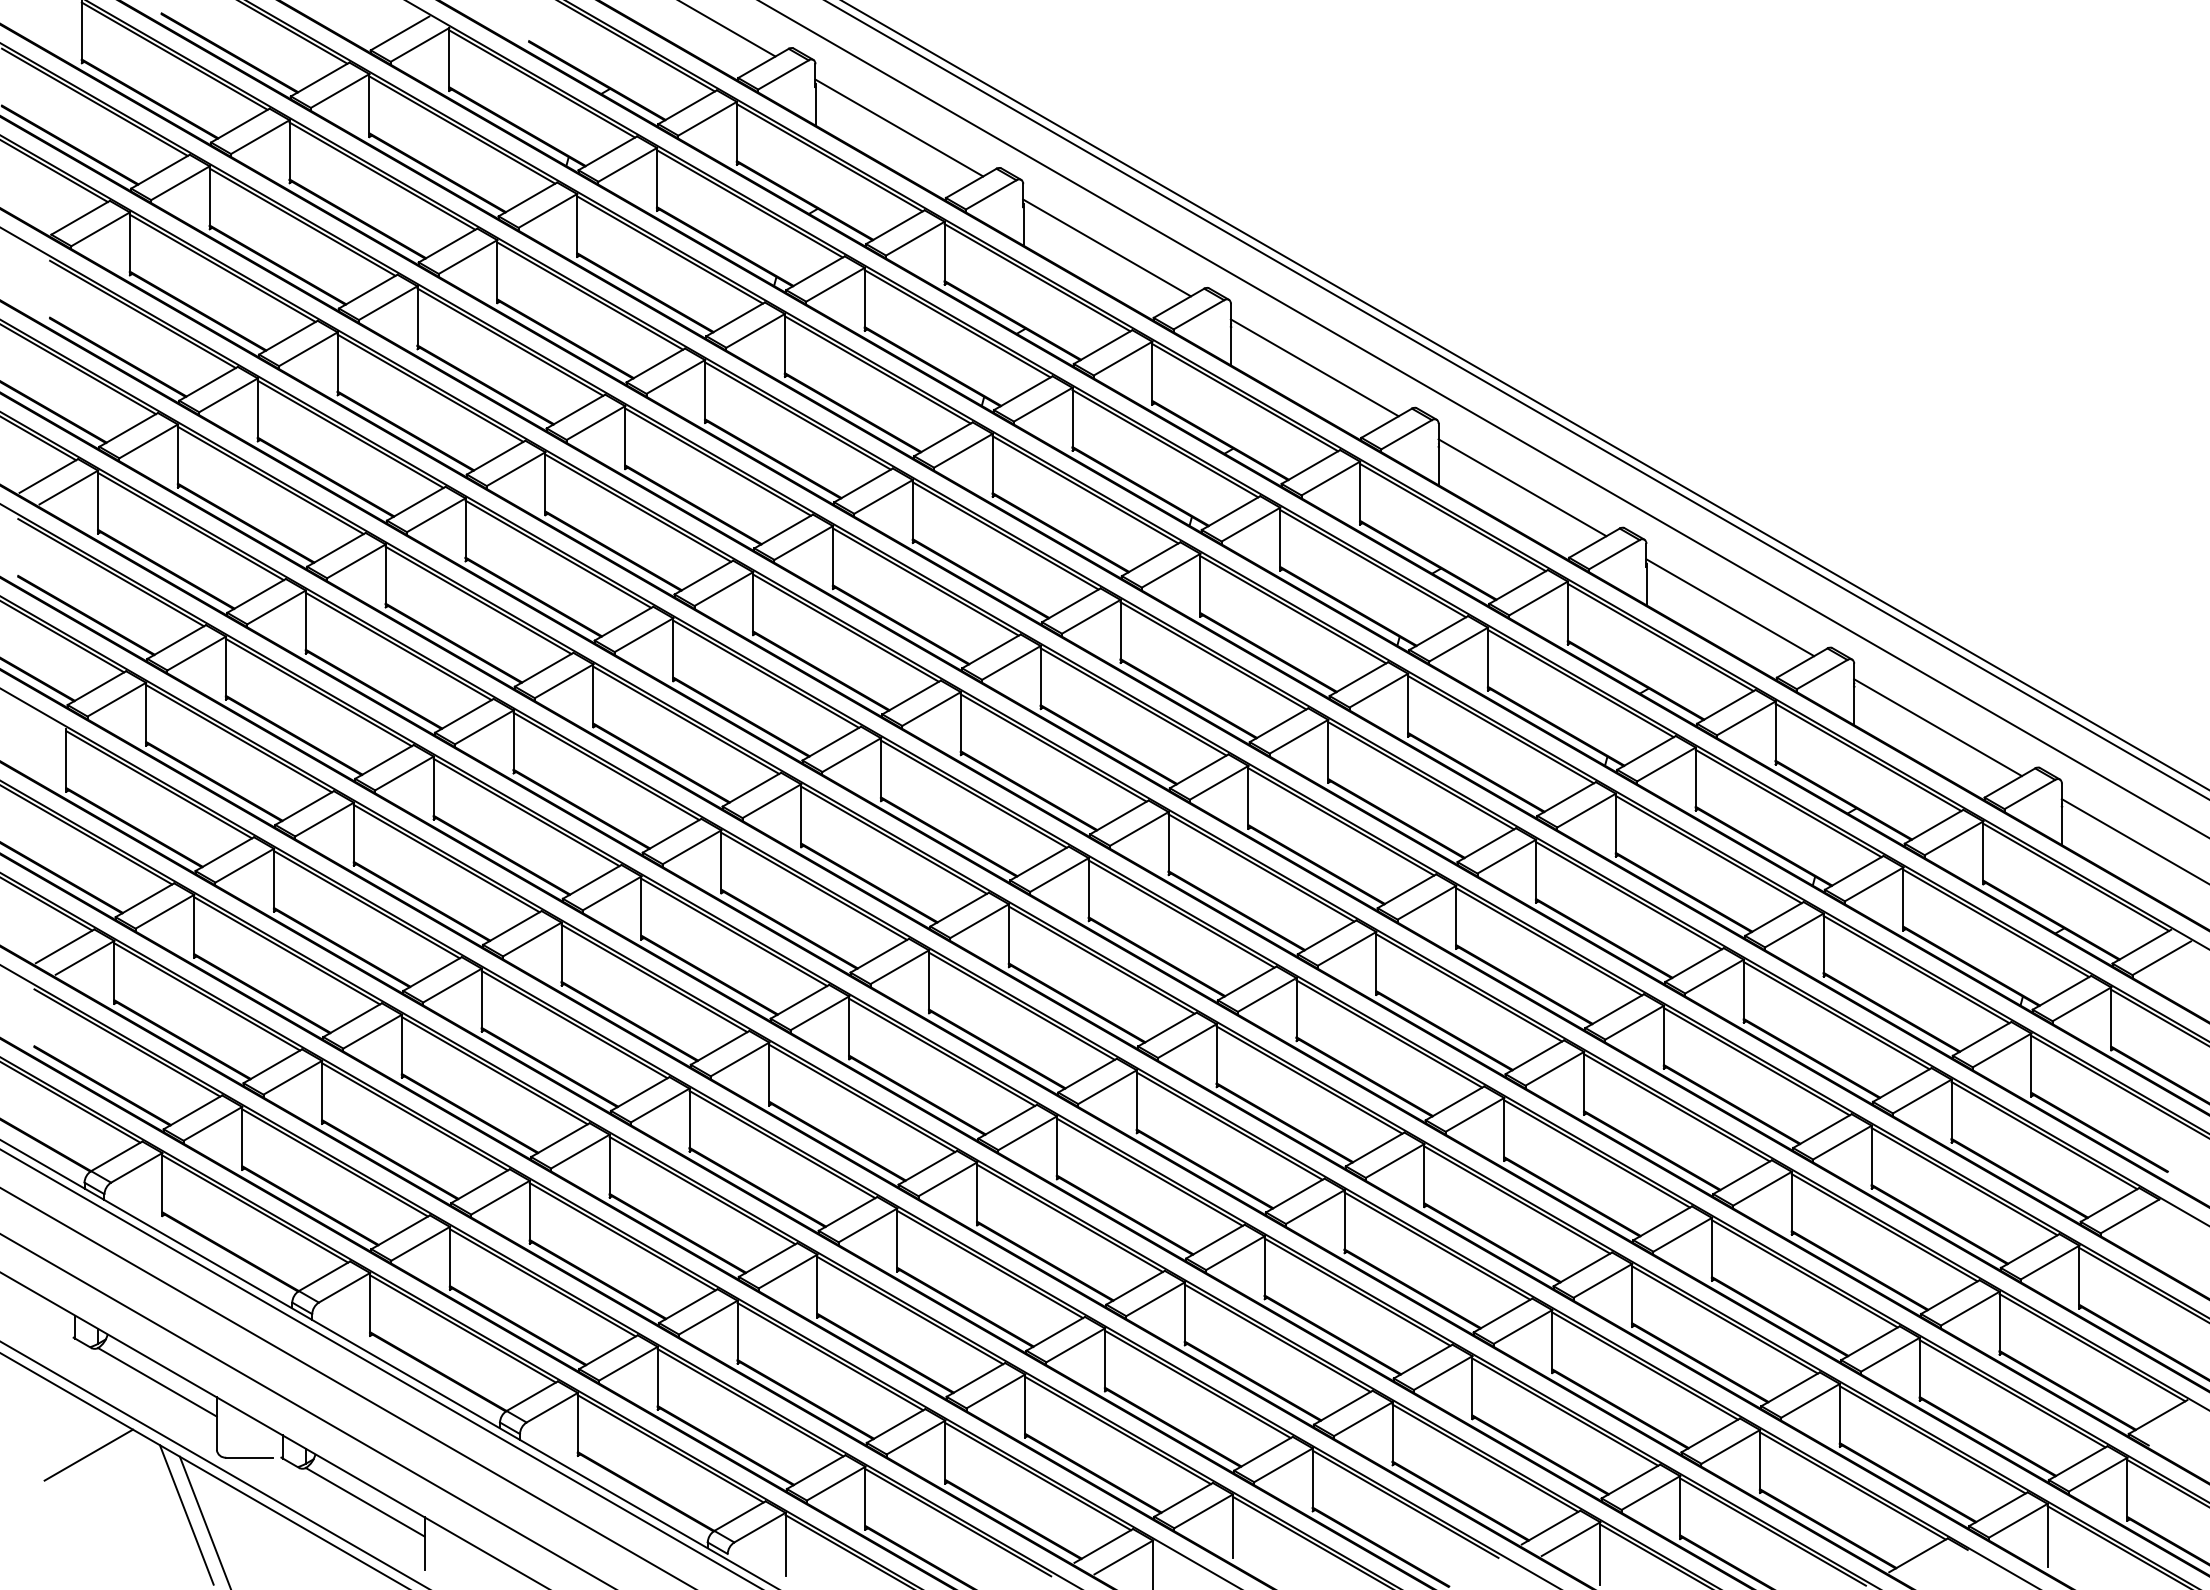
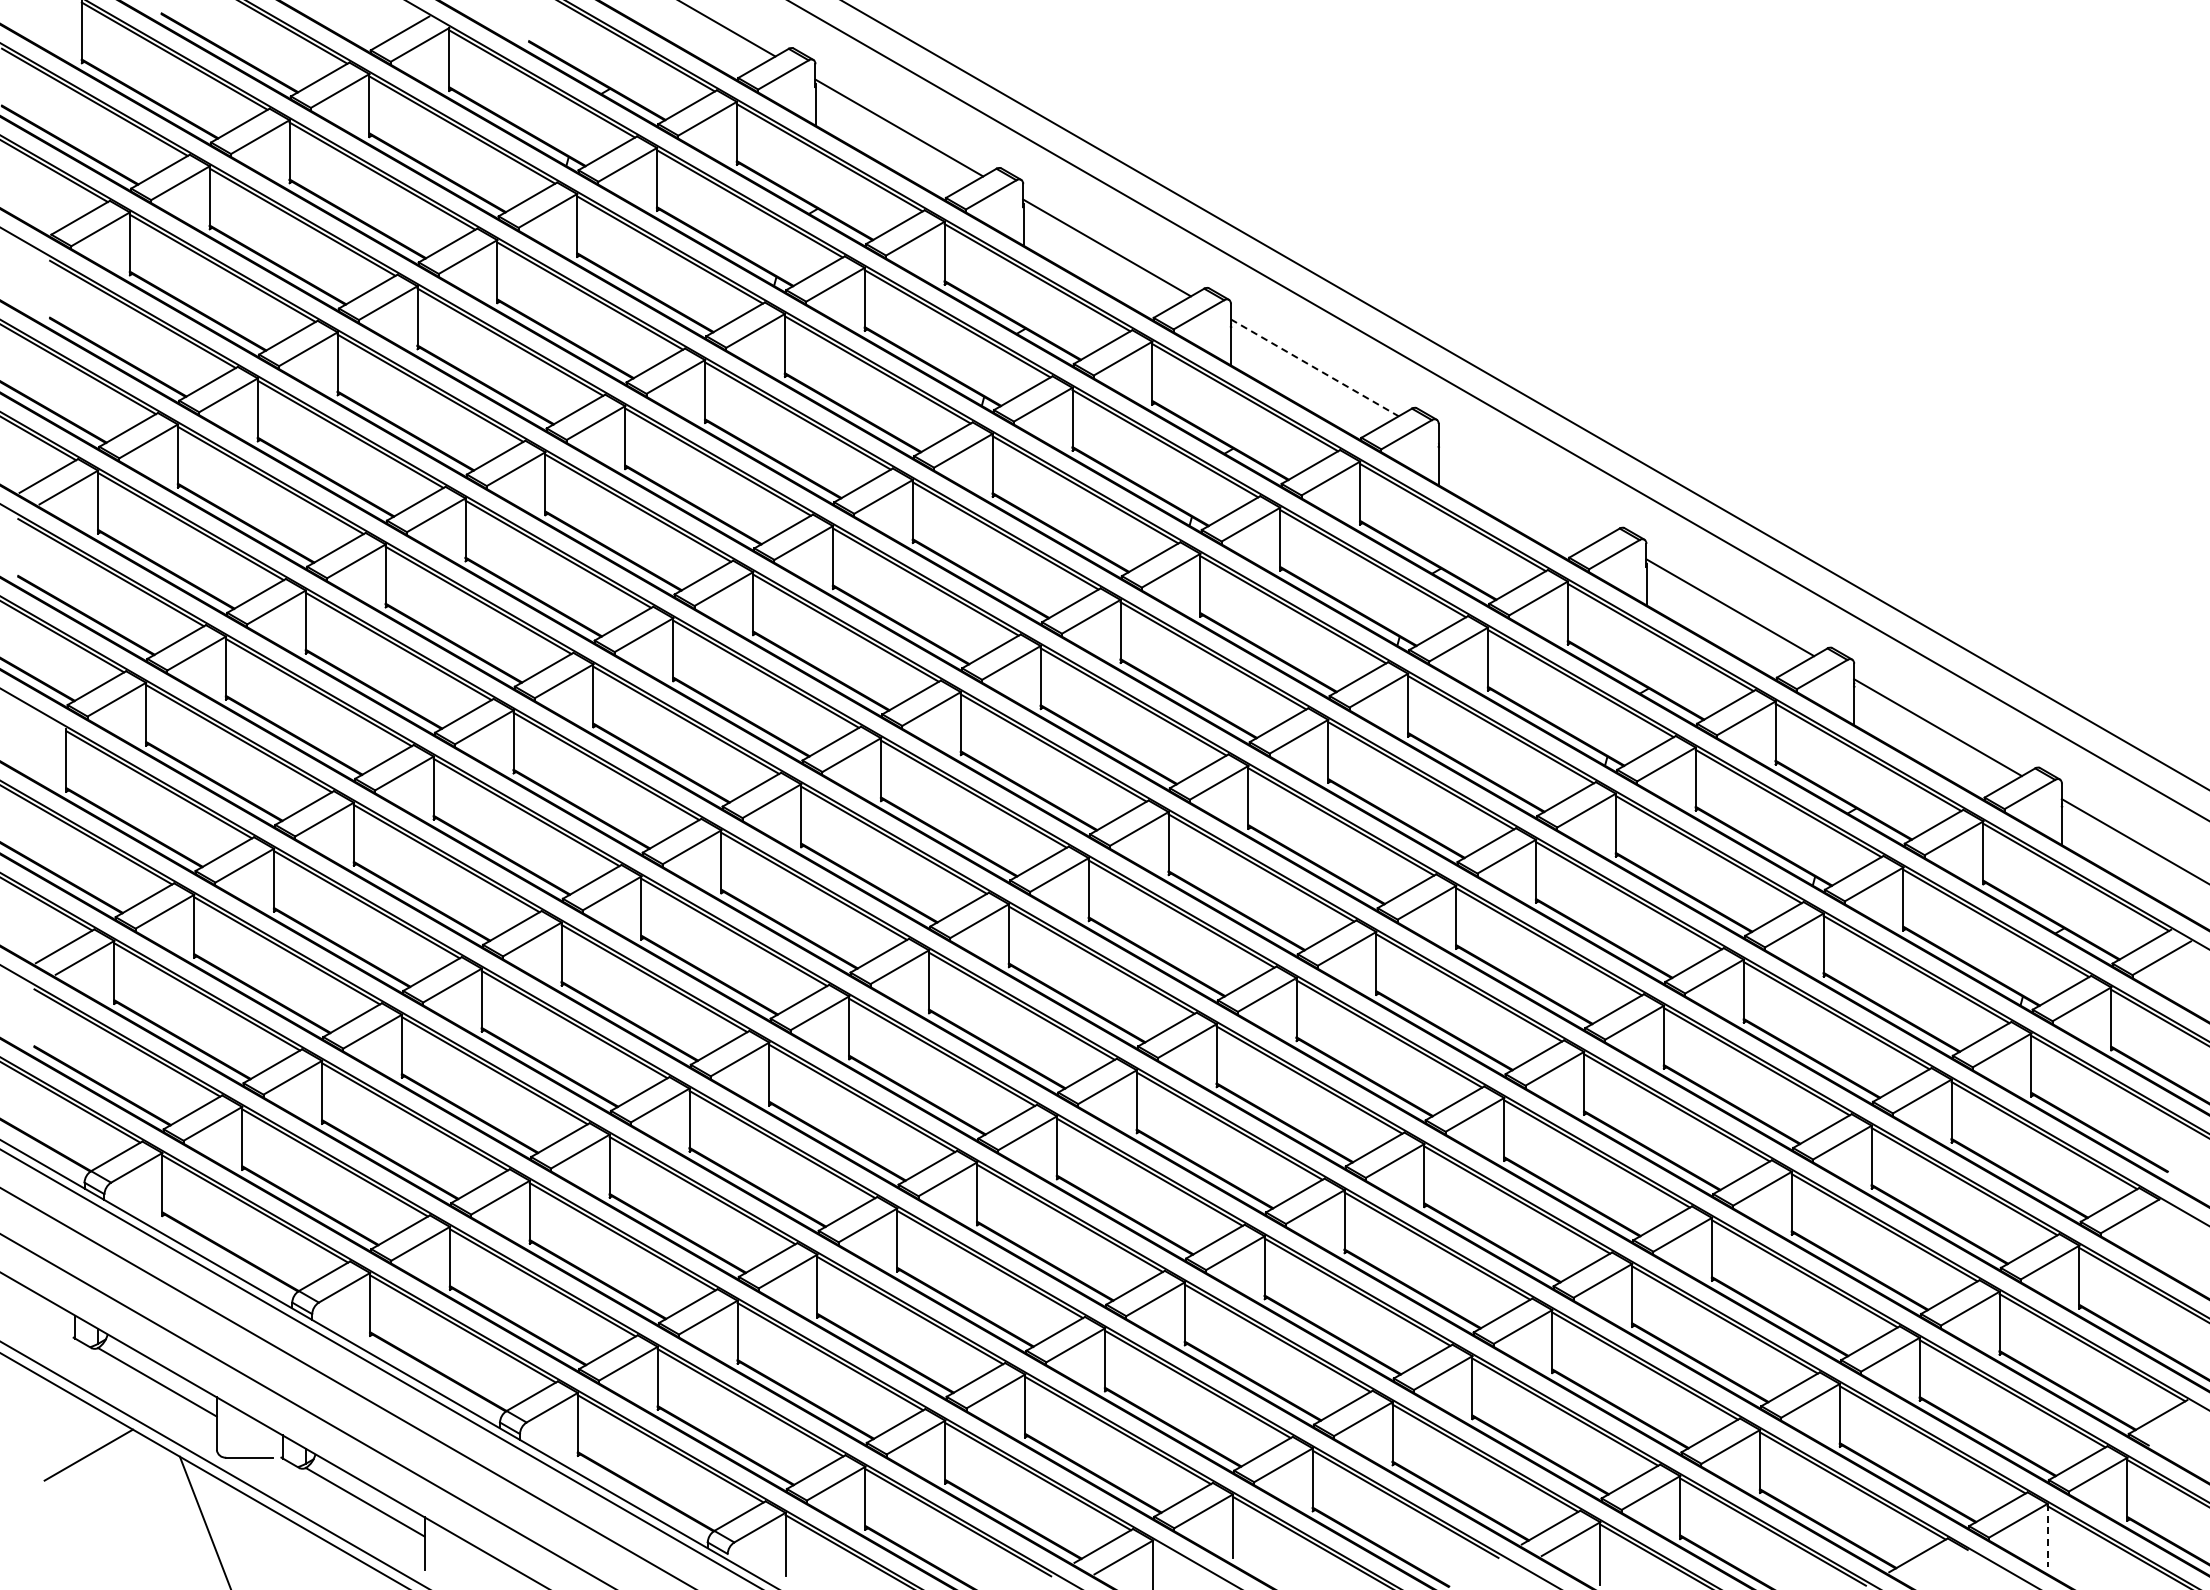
line at (1314, 367): solid -> dashed
line at (1516, 400): present -> none
line at (1483, 419) position: (1483, 419) -> (1498, 410)
line at (1522, 487): present -> none
line at (186, 1514): present -> none
line at (2047, 1535): solid -> dashed
